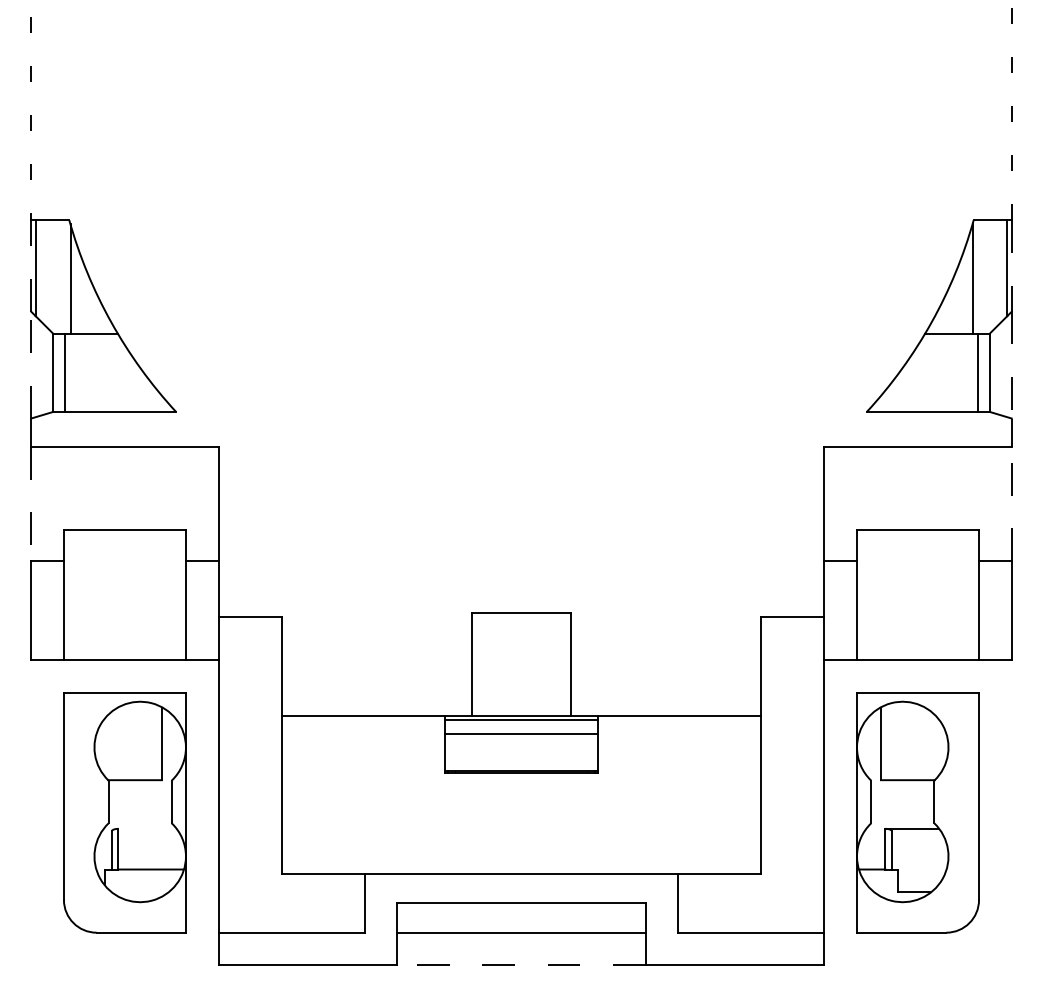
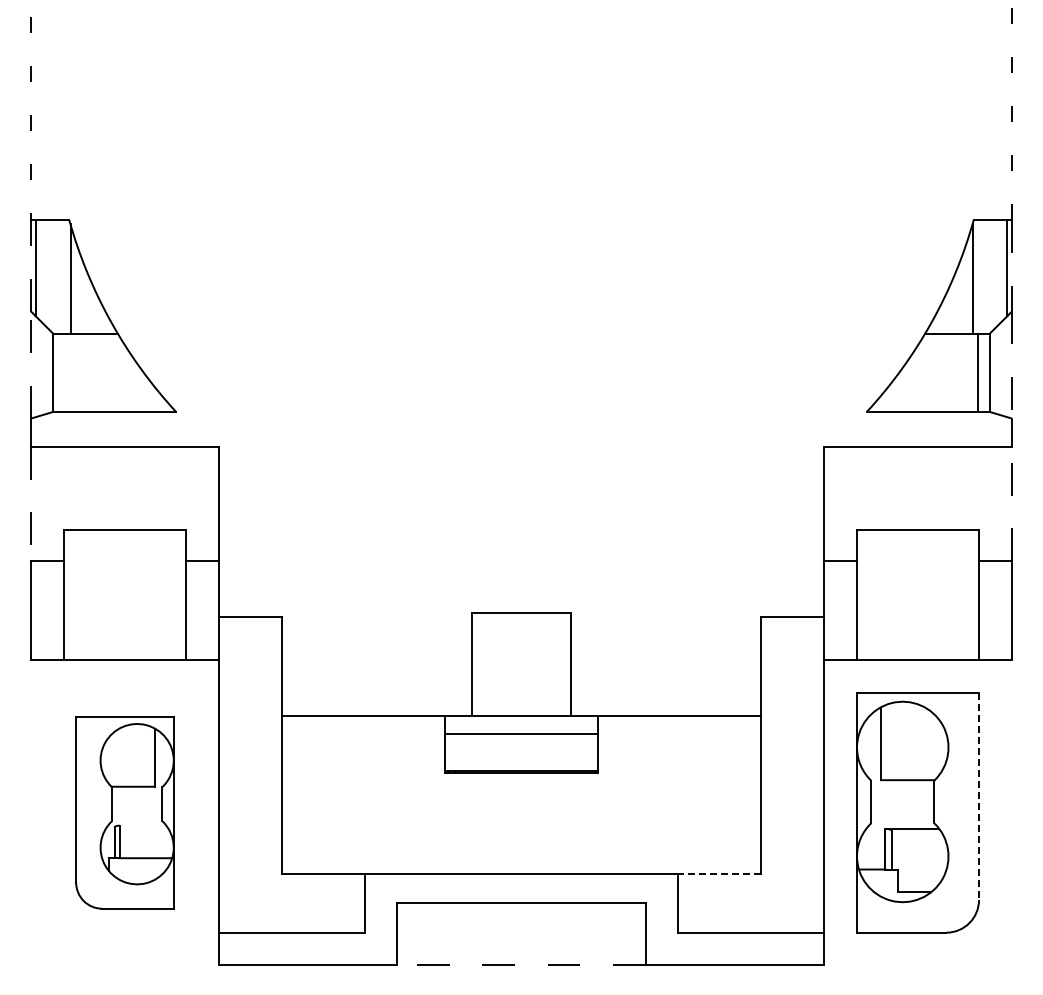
line at (65, 372): present -> none
line at (521, 720): present -> none
line at (979, 797): solid -> dashed
part at (124, 812) size: 124x242 px -> 100x194 px
line at (719, 873): solid -> dashed
line at (521, 932): present -> none
